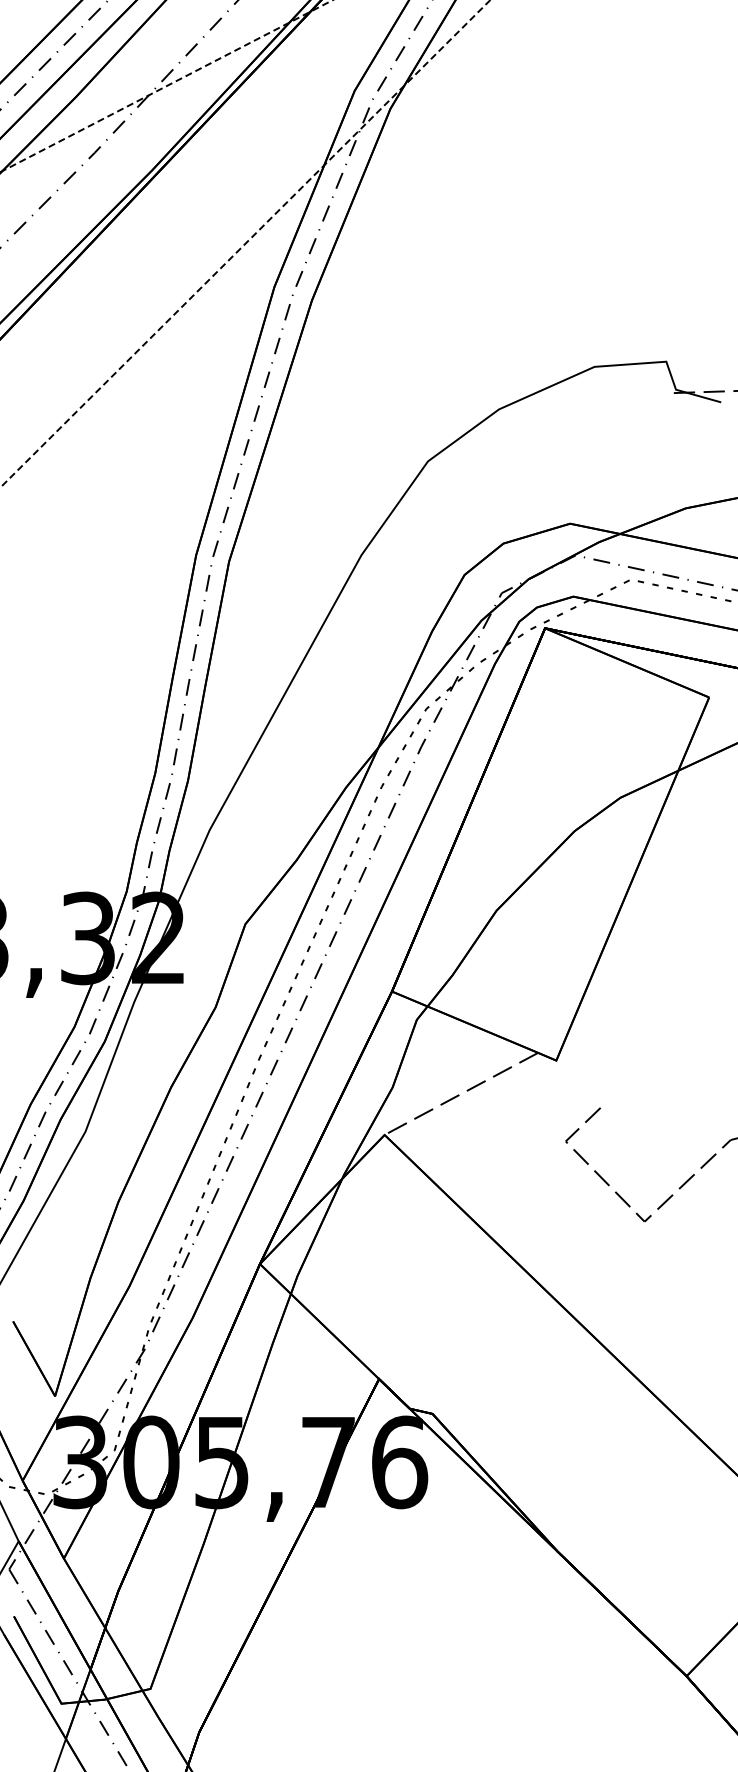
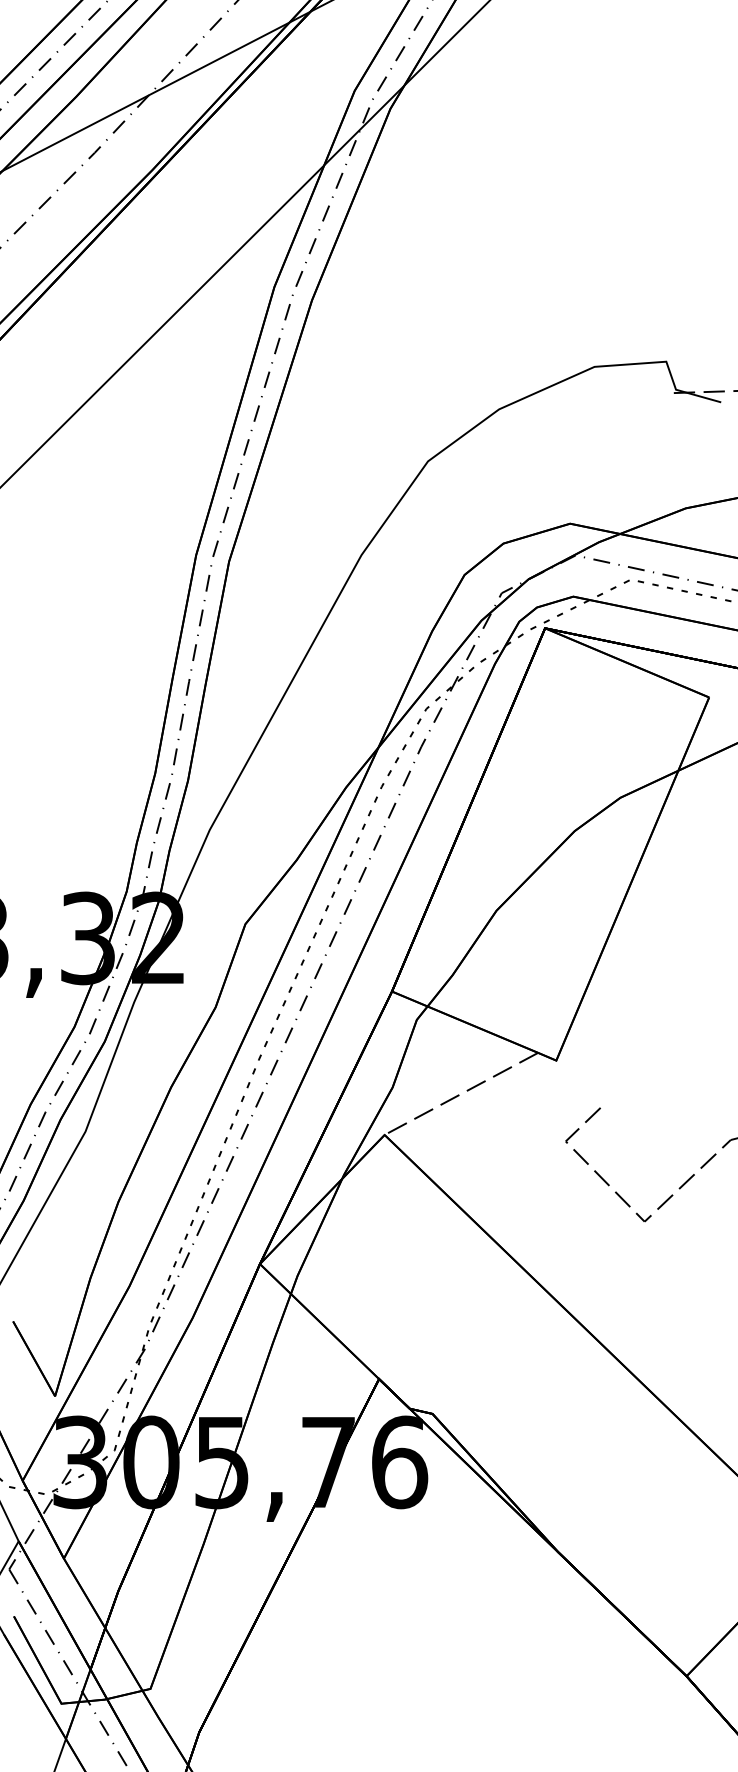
line at (166, 86): dashed -> solid
line at (245, 243): dashed -> solid
